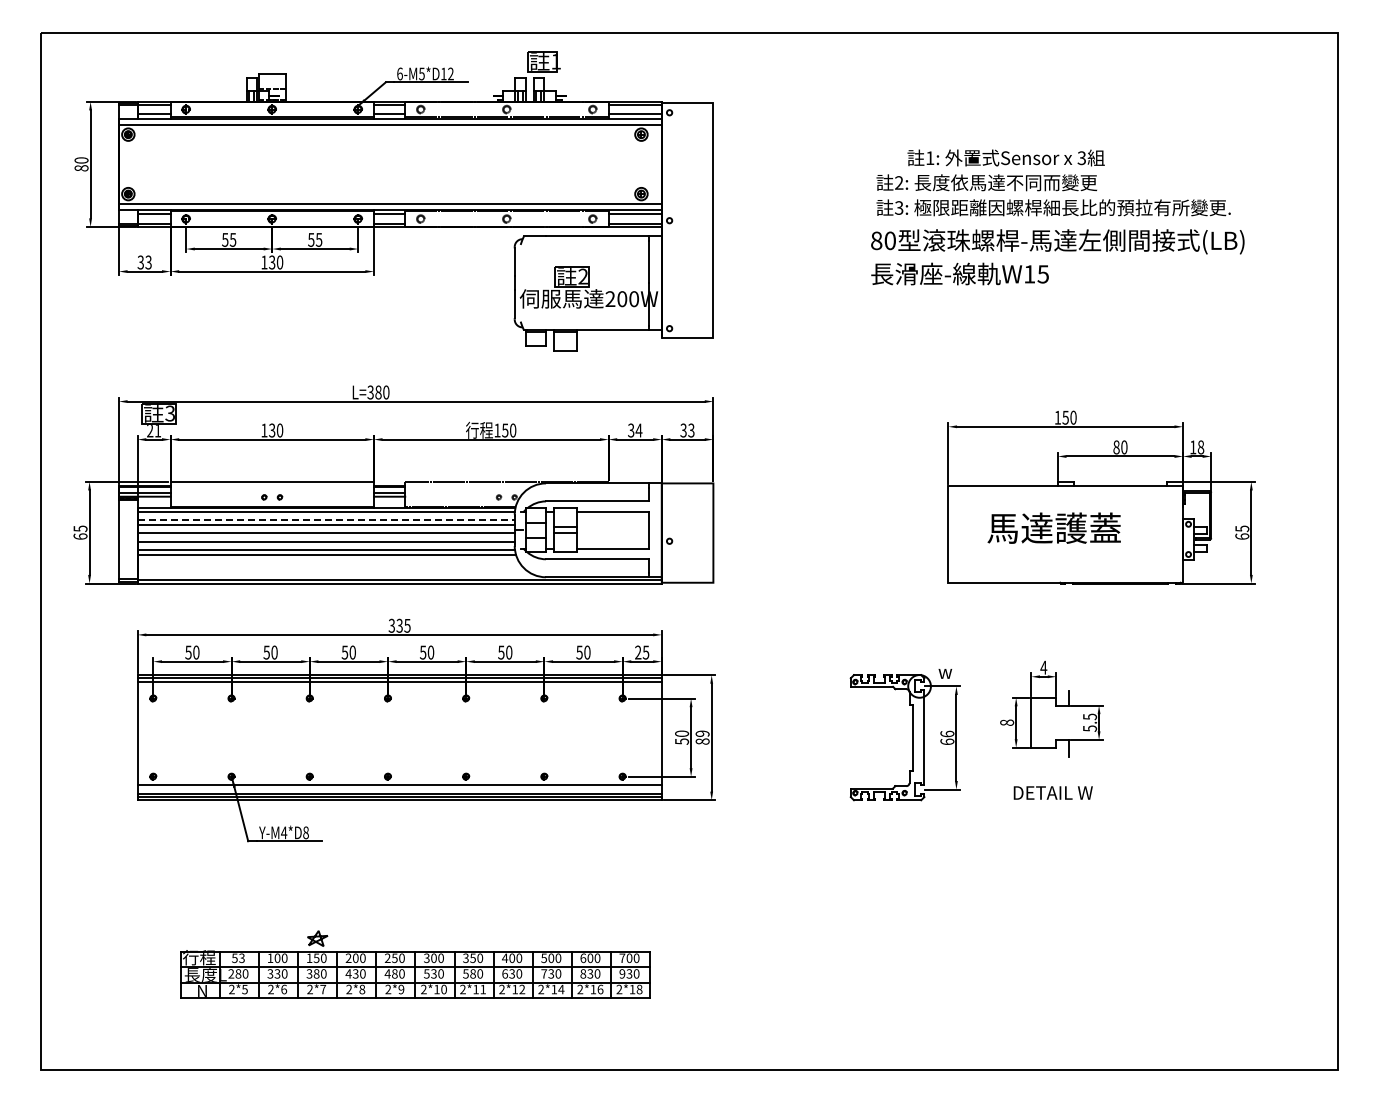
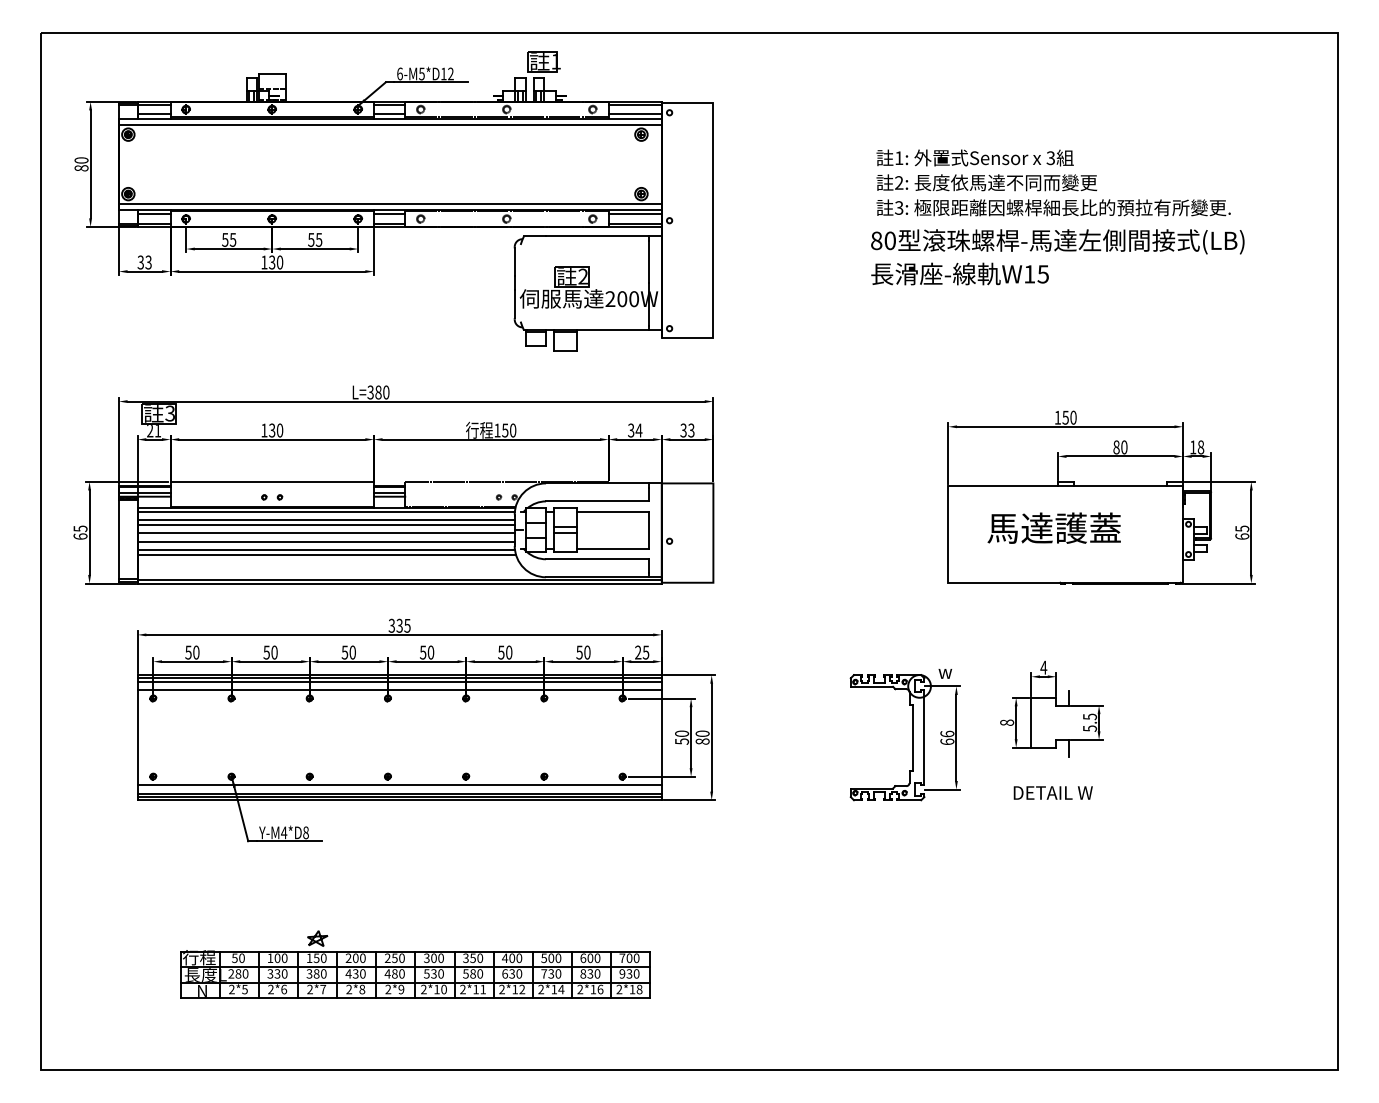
text at (1005, 157) position: (1005, 157) -> (974, 157)
line at (326, 519): dashed -> solid
line at (399, 690): none -> present
text at (702, 733): 89 -> 80
text at (241, 957): 53 -> 50
